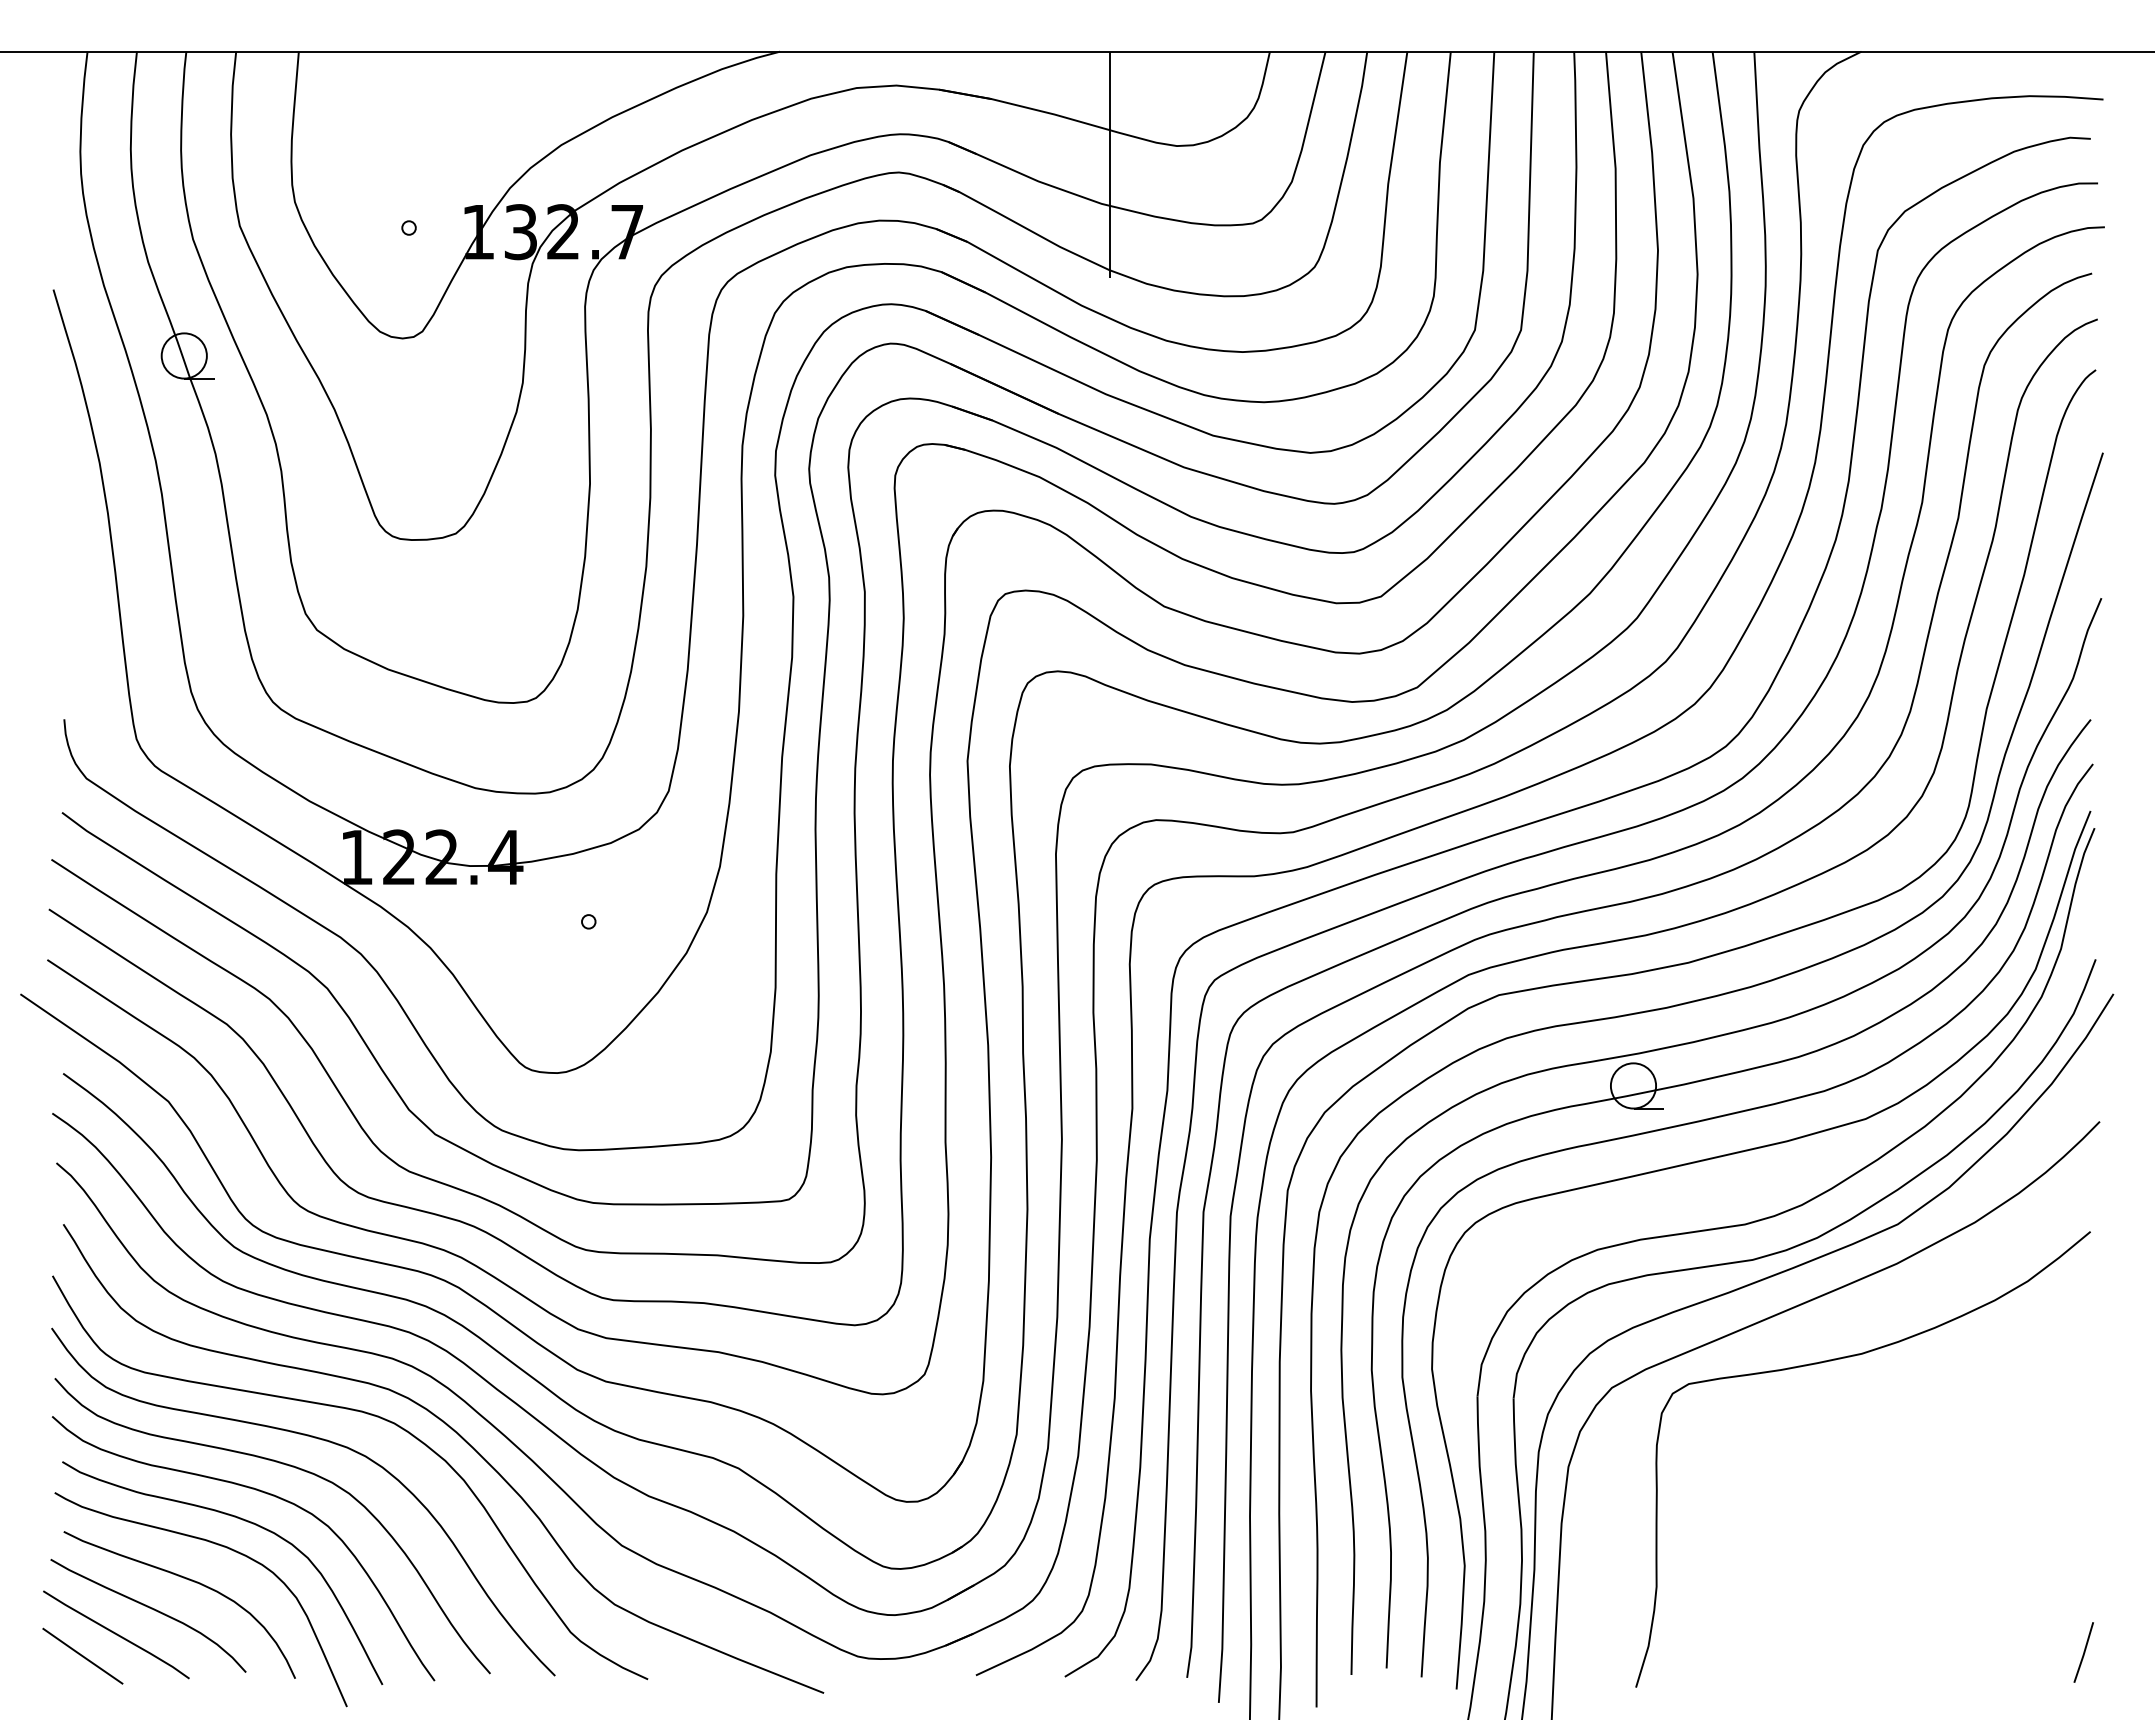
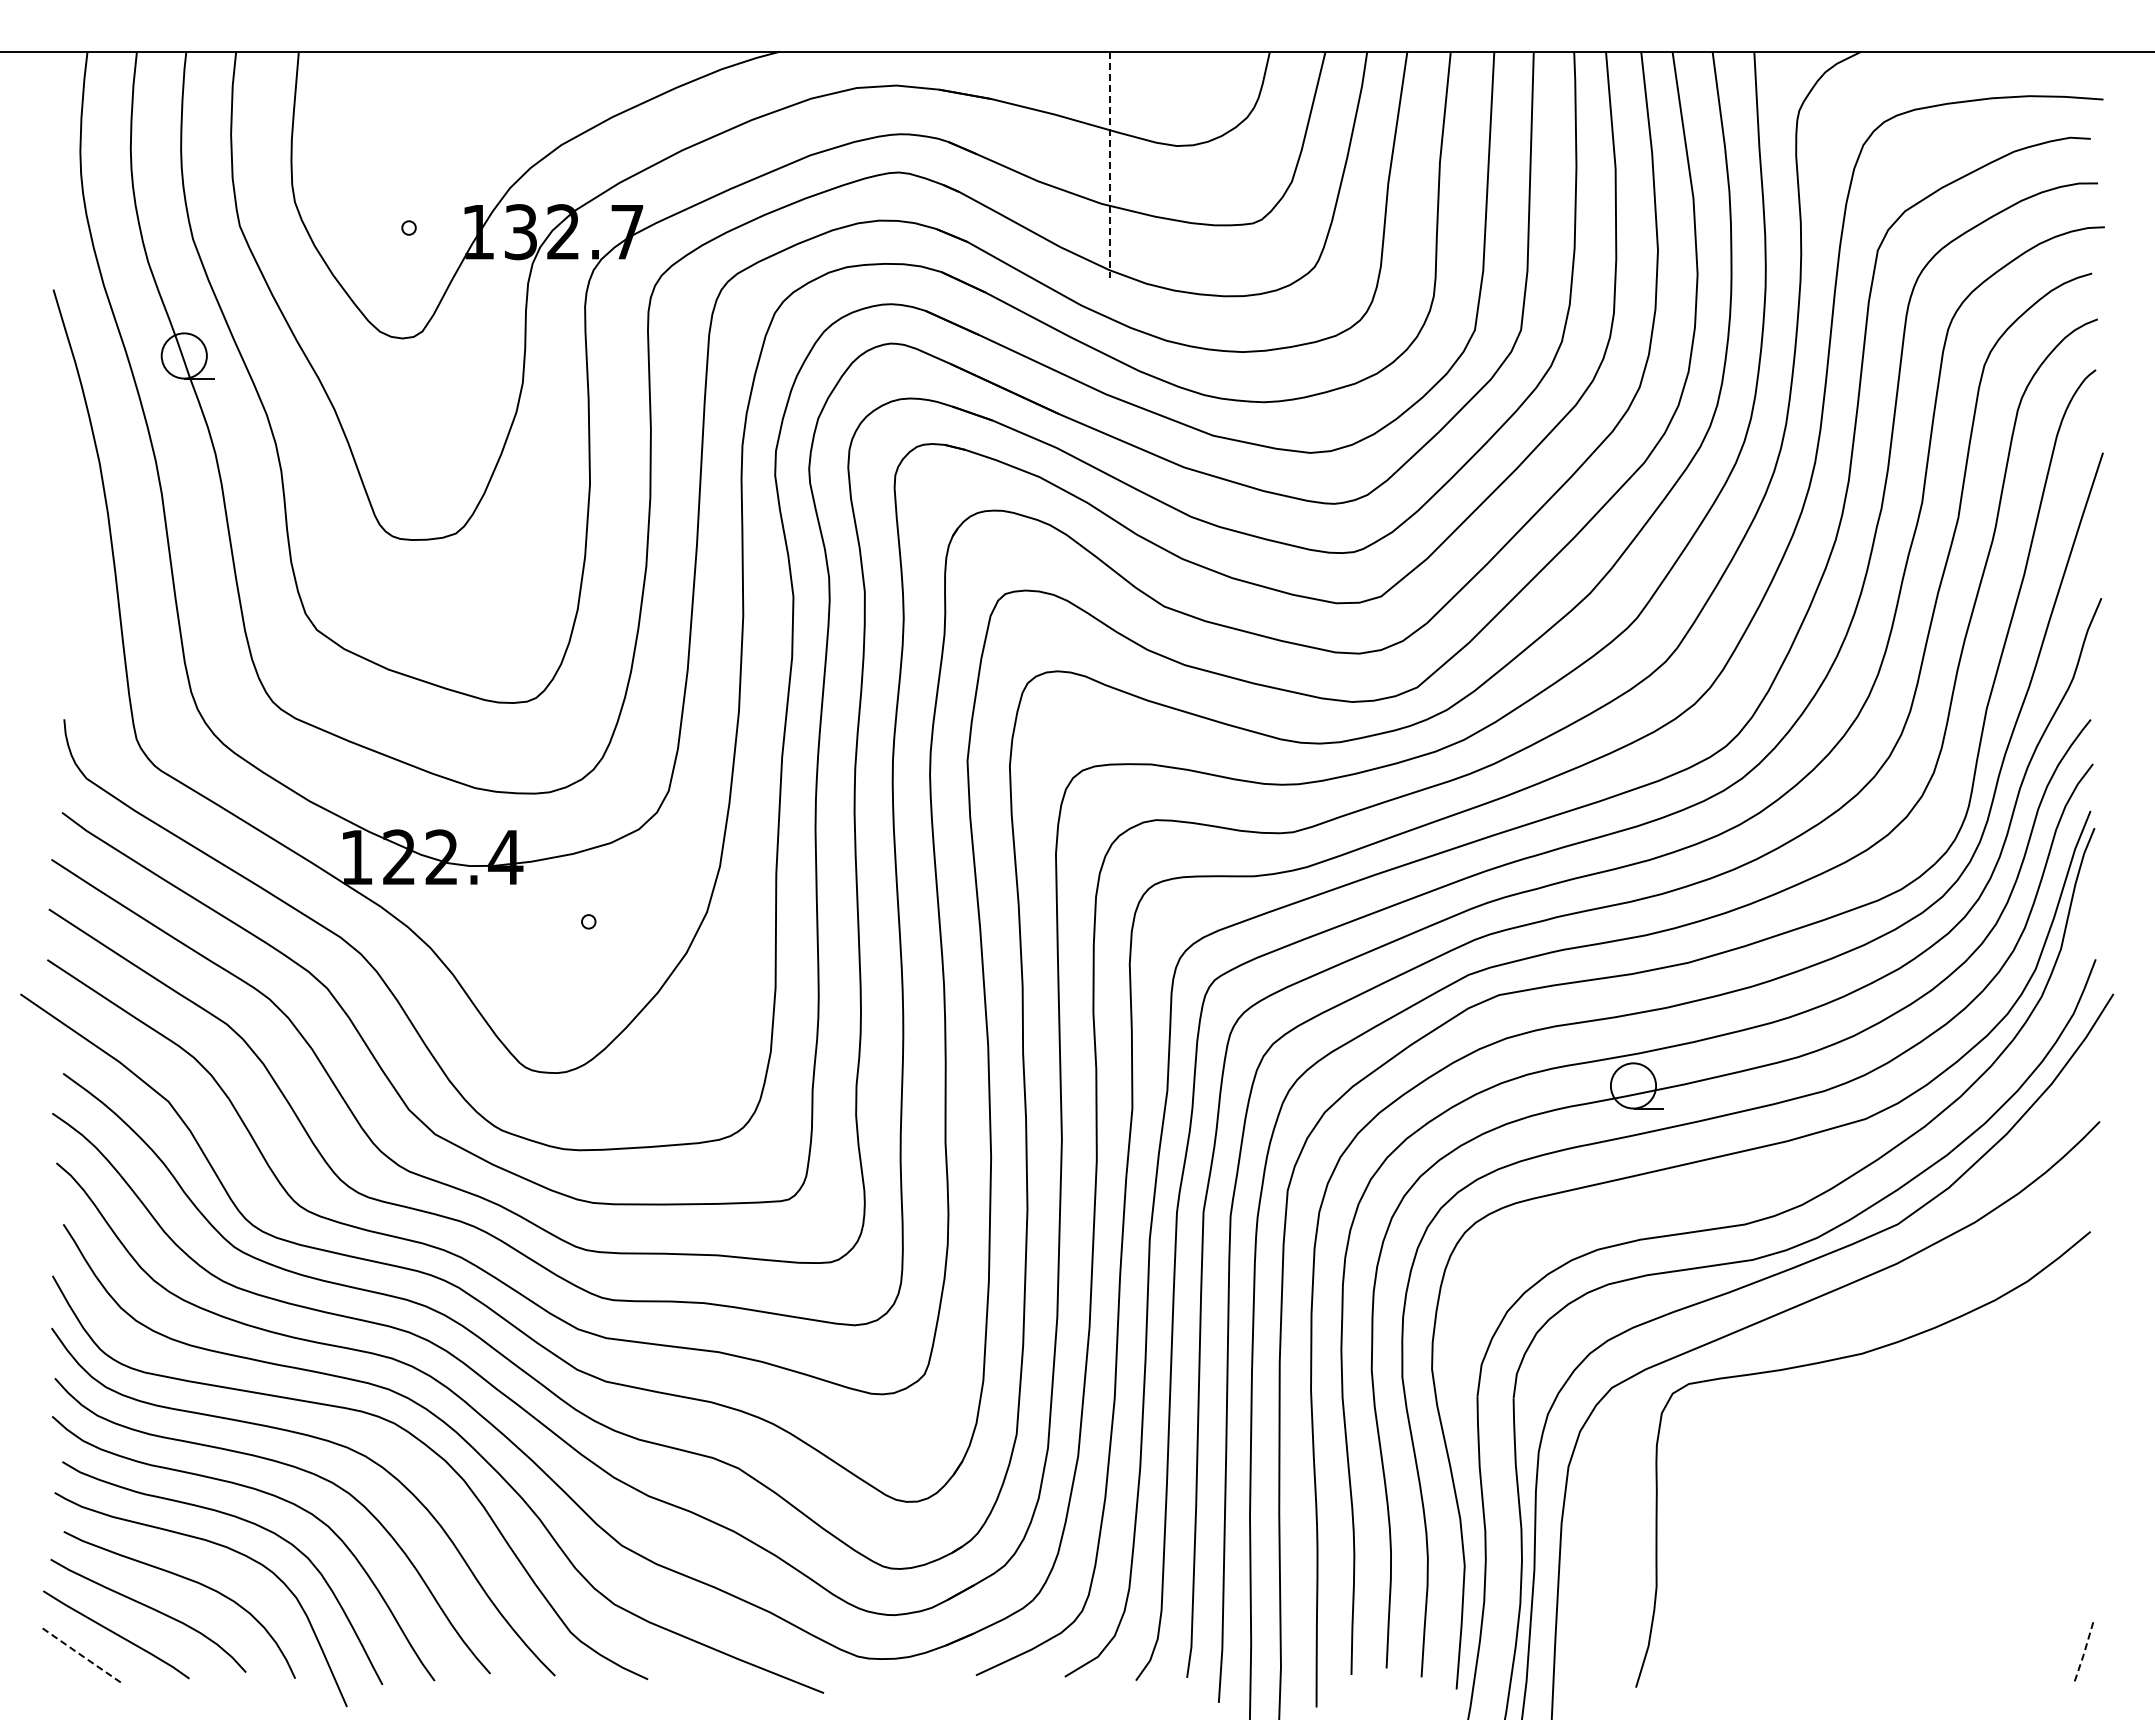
line at (1109, 164): solid -> dashed
line at (2084, 1653): solid -> dashed
line at (82, 1655): solid -> dashed
